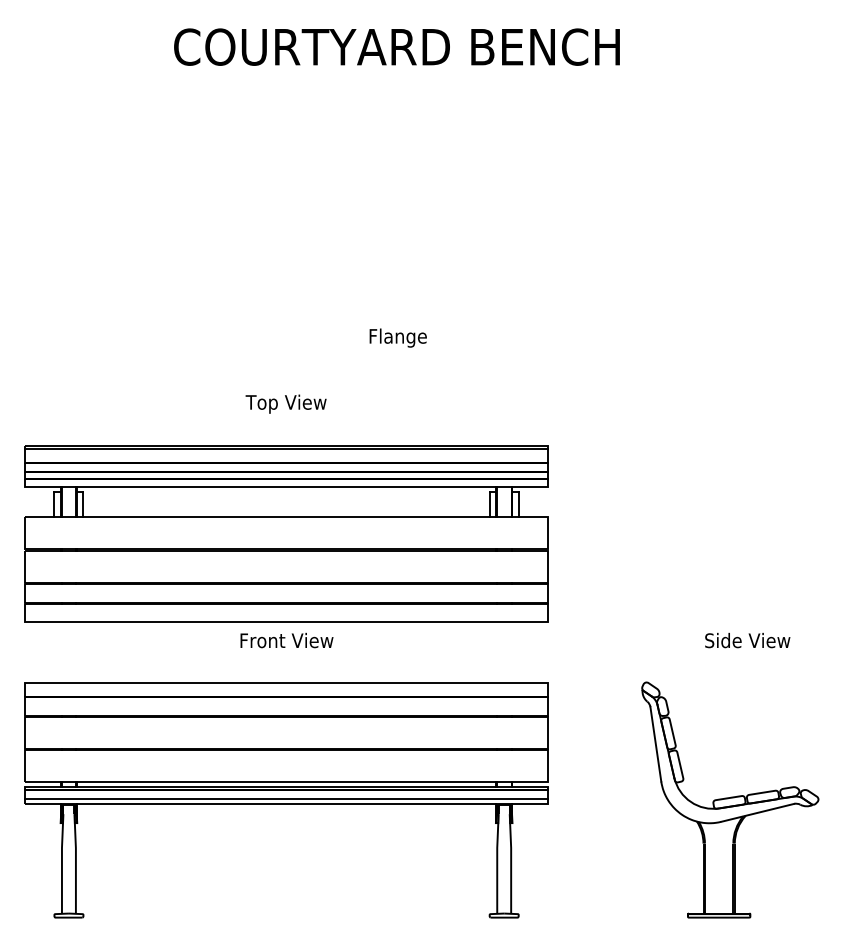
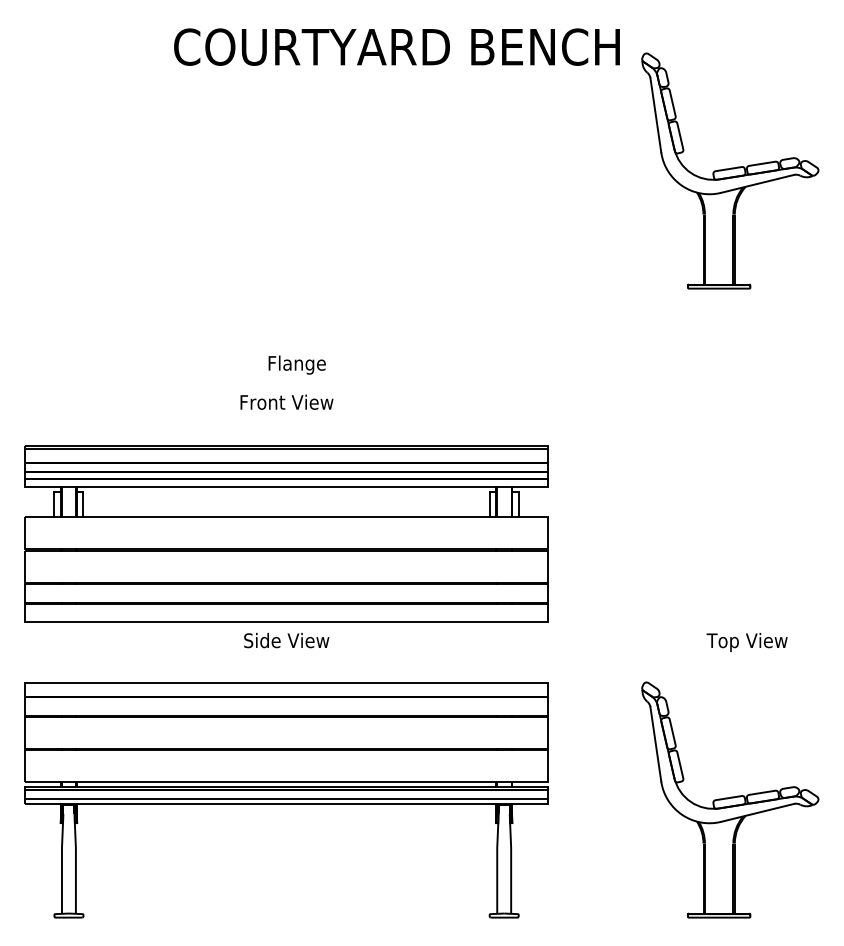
part at (730, 170): none -> present
text at (397, 337) position: (397, 337) -> (296, 364)
text at (286, 403): Top View -> Front View
text at (286, 640): Front View -> Side View
text at (747, 642): Side View -> Top View
